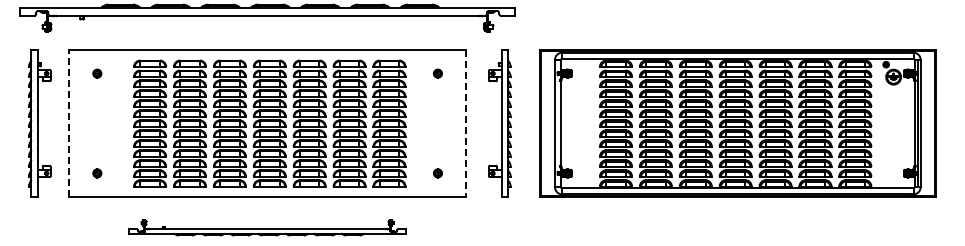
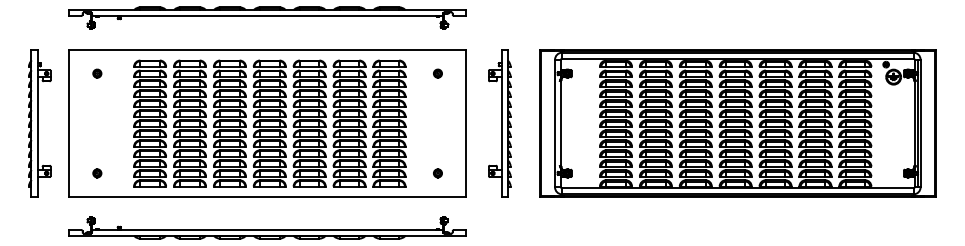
part at (267, 17) size: 497x30 px -> 399x24 px
line at (69, 123): dashed -> solid
line at (465, 123): dashed -> solid
part at (267, 227) size: 279x18 px -> 399x24 px
